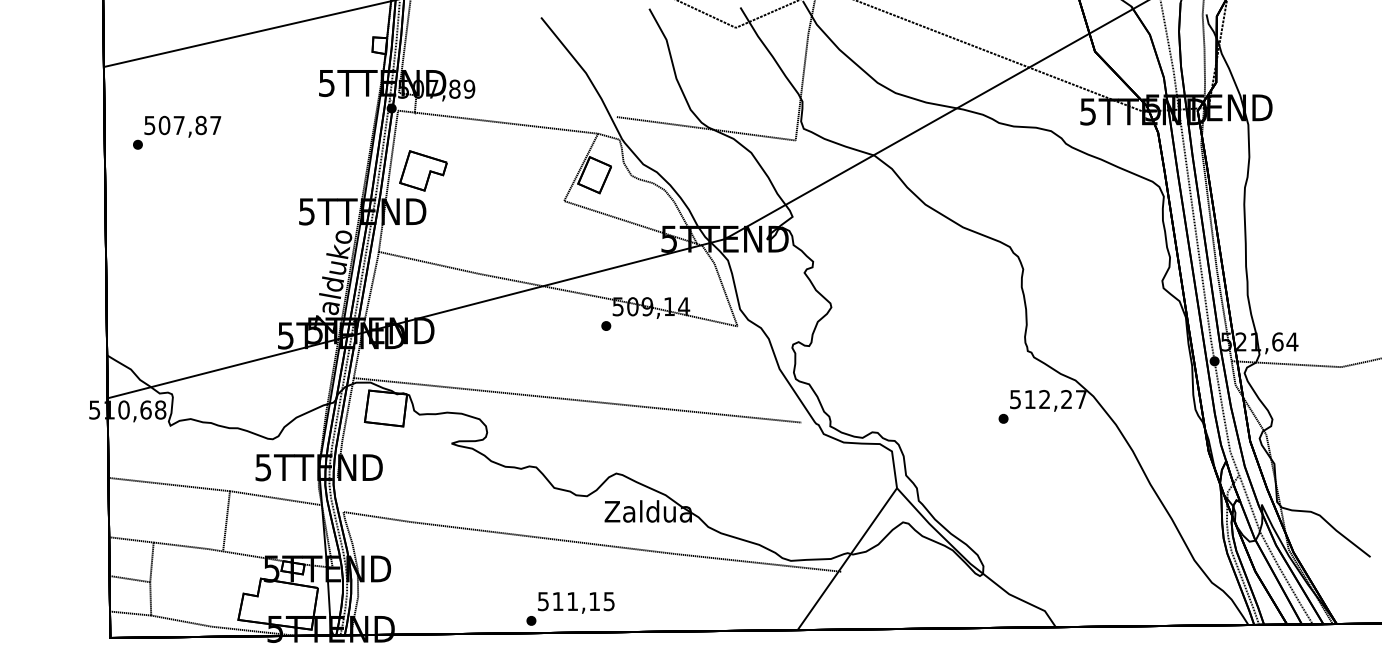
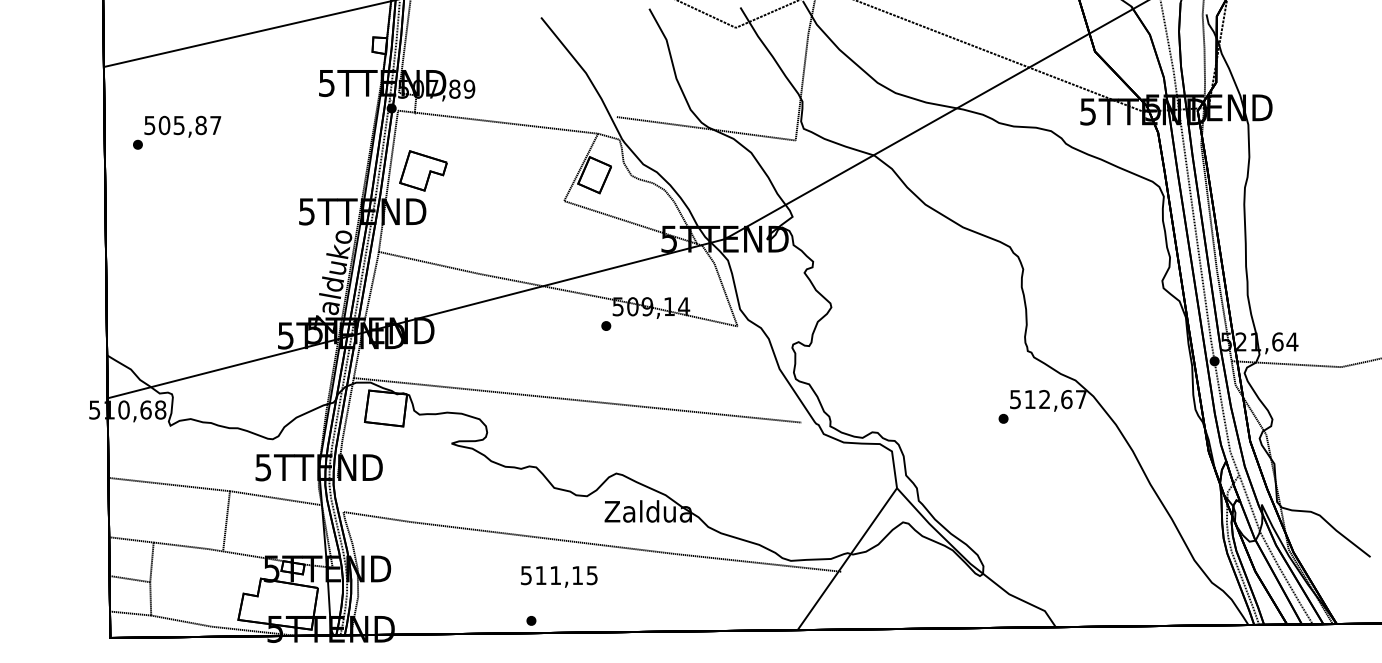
text at (178, 125): 507,87 -> 505,87
text at (1066, 399): 512,27 -> 512,67
text at (576, 602) position: (576, 602) -> (559, 576)
